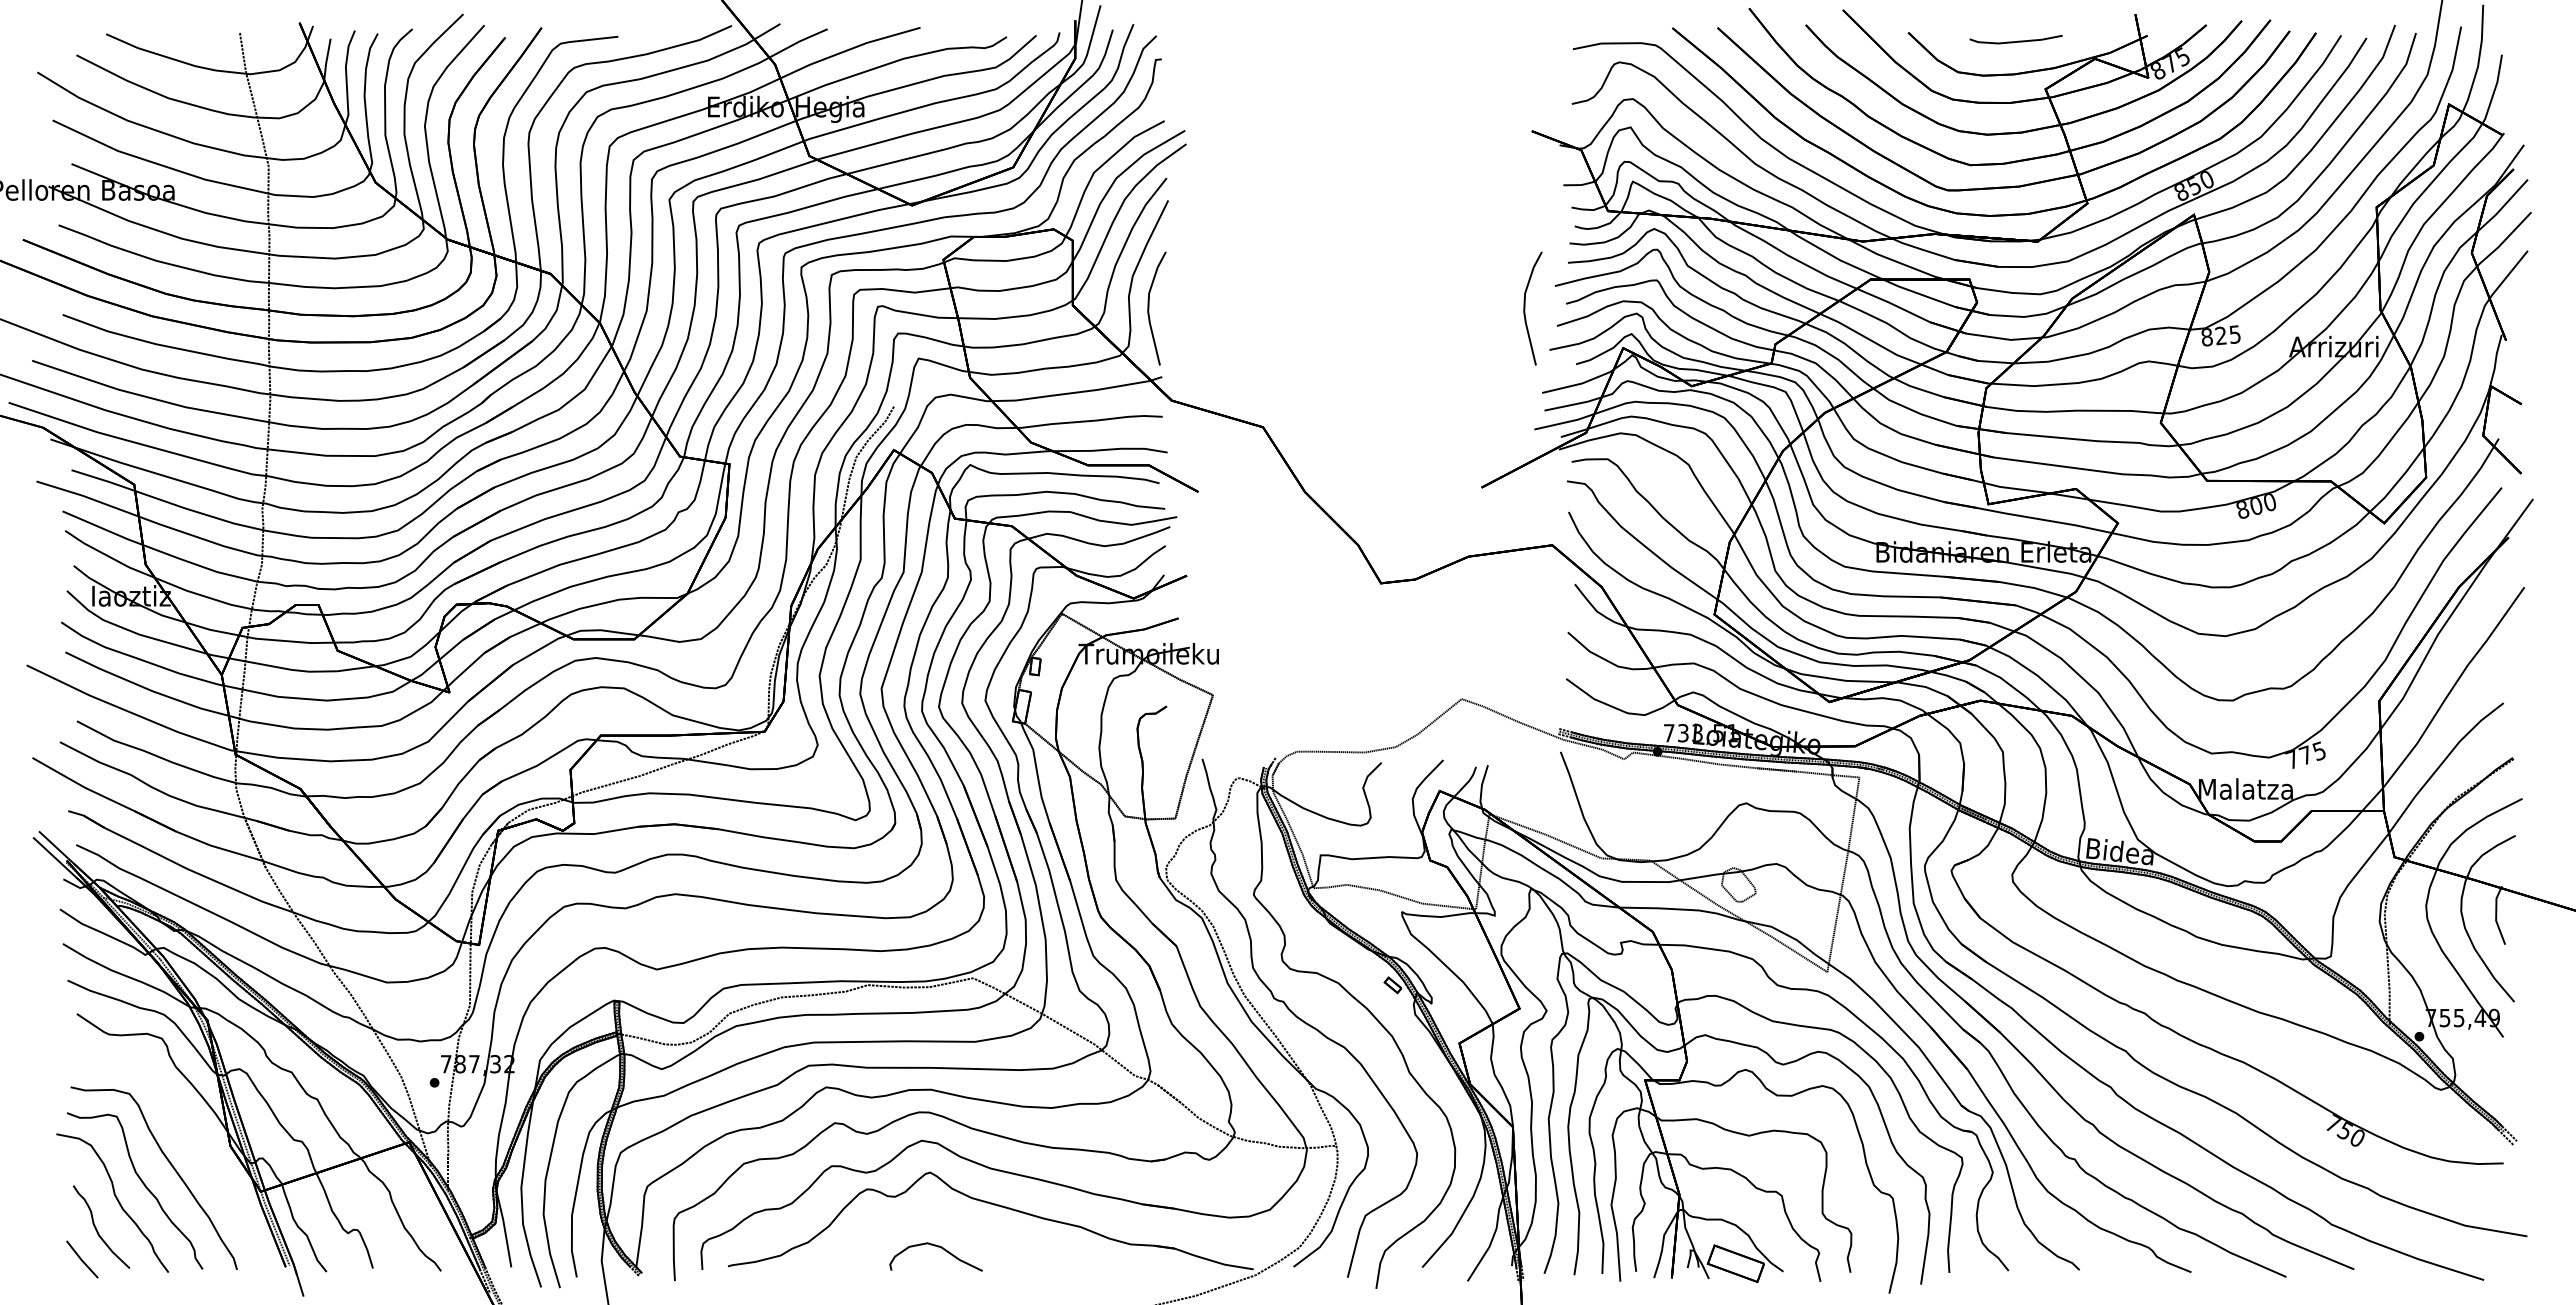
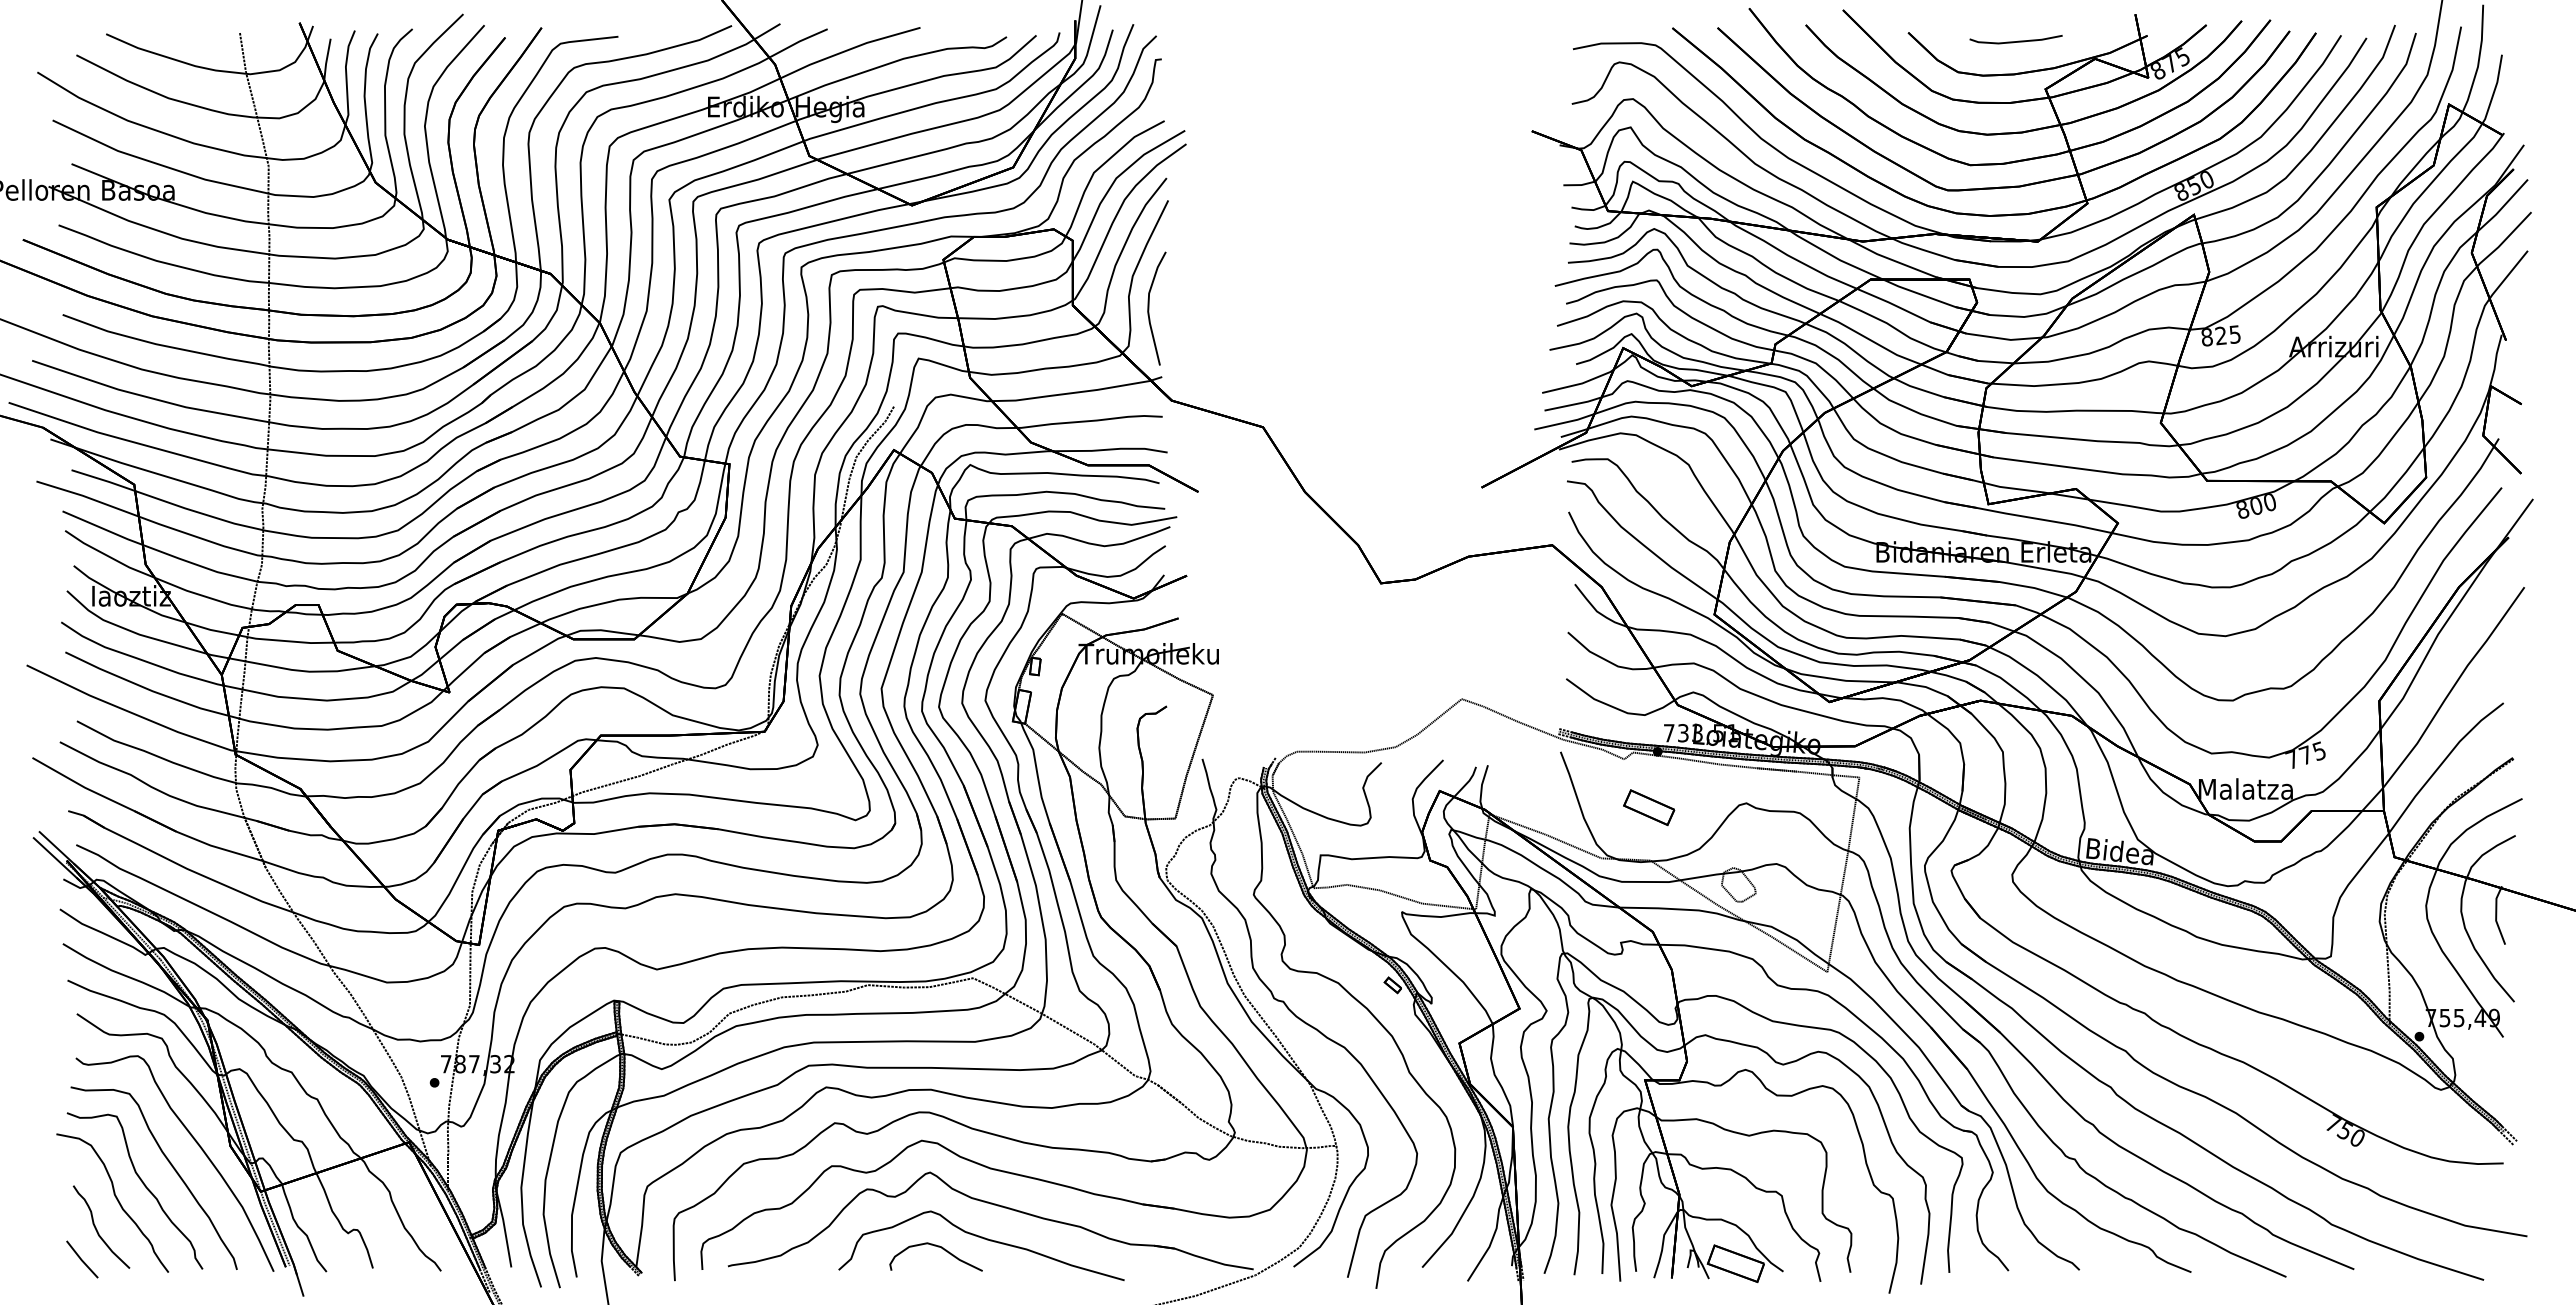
curve at (1525, 308): present -> none
part at (1649, 807): none -> present
curve at (199, 1147): none -> present
curve at (984, 1239): none -> present
